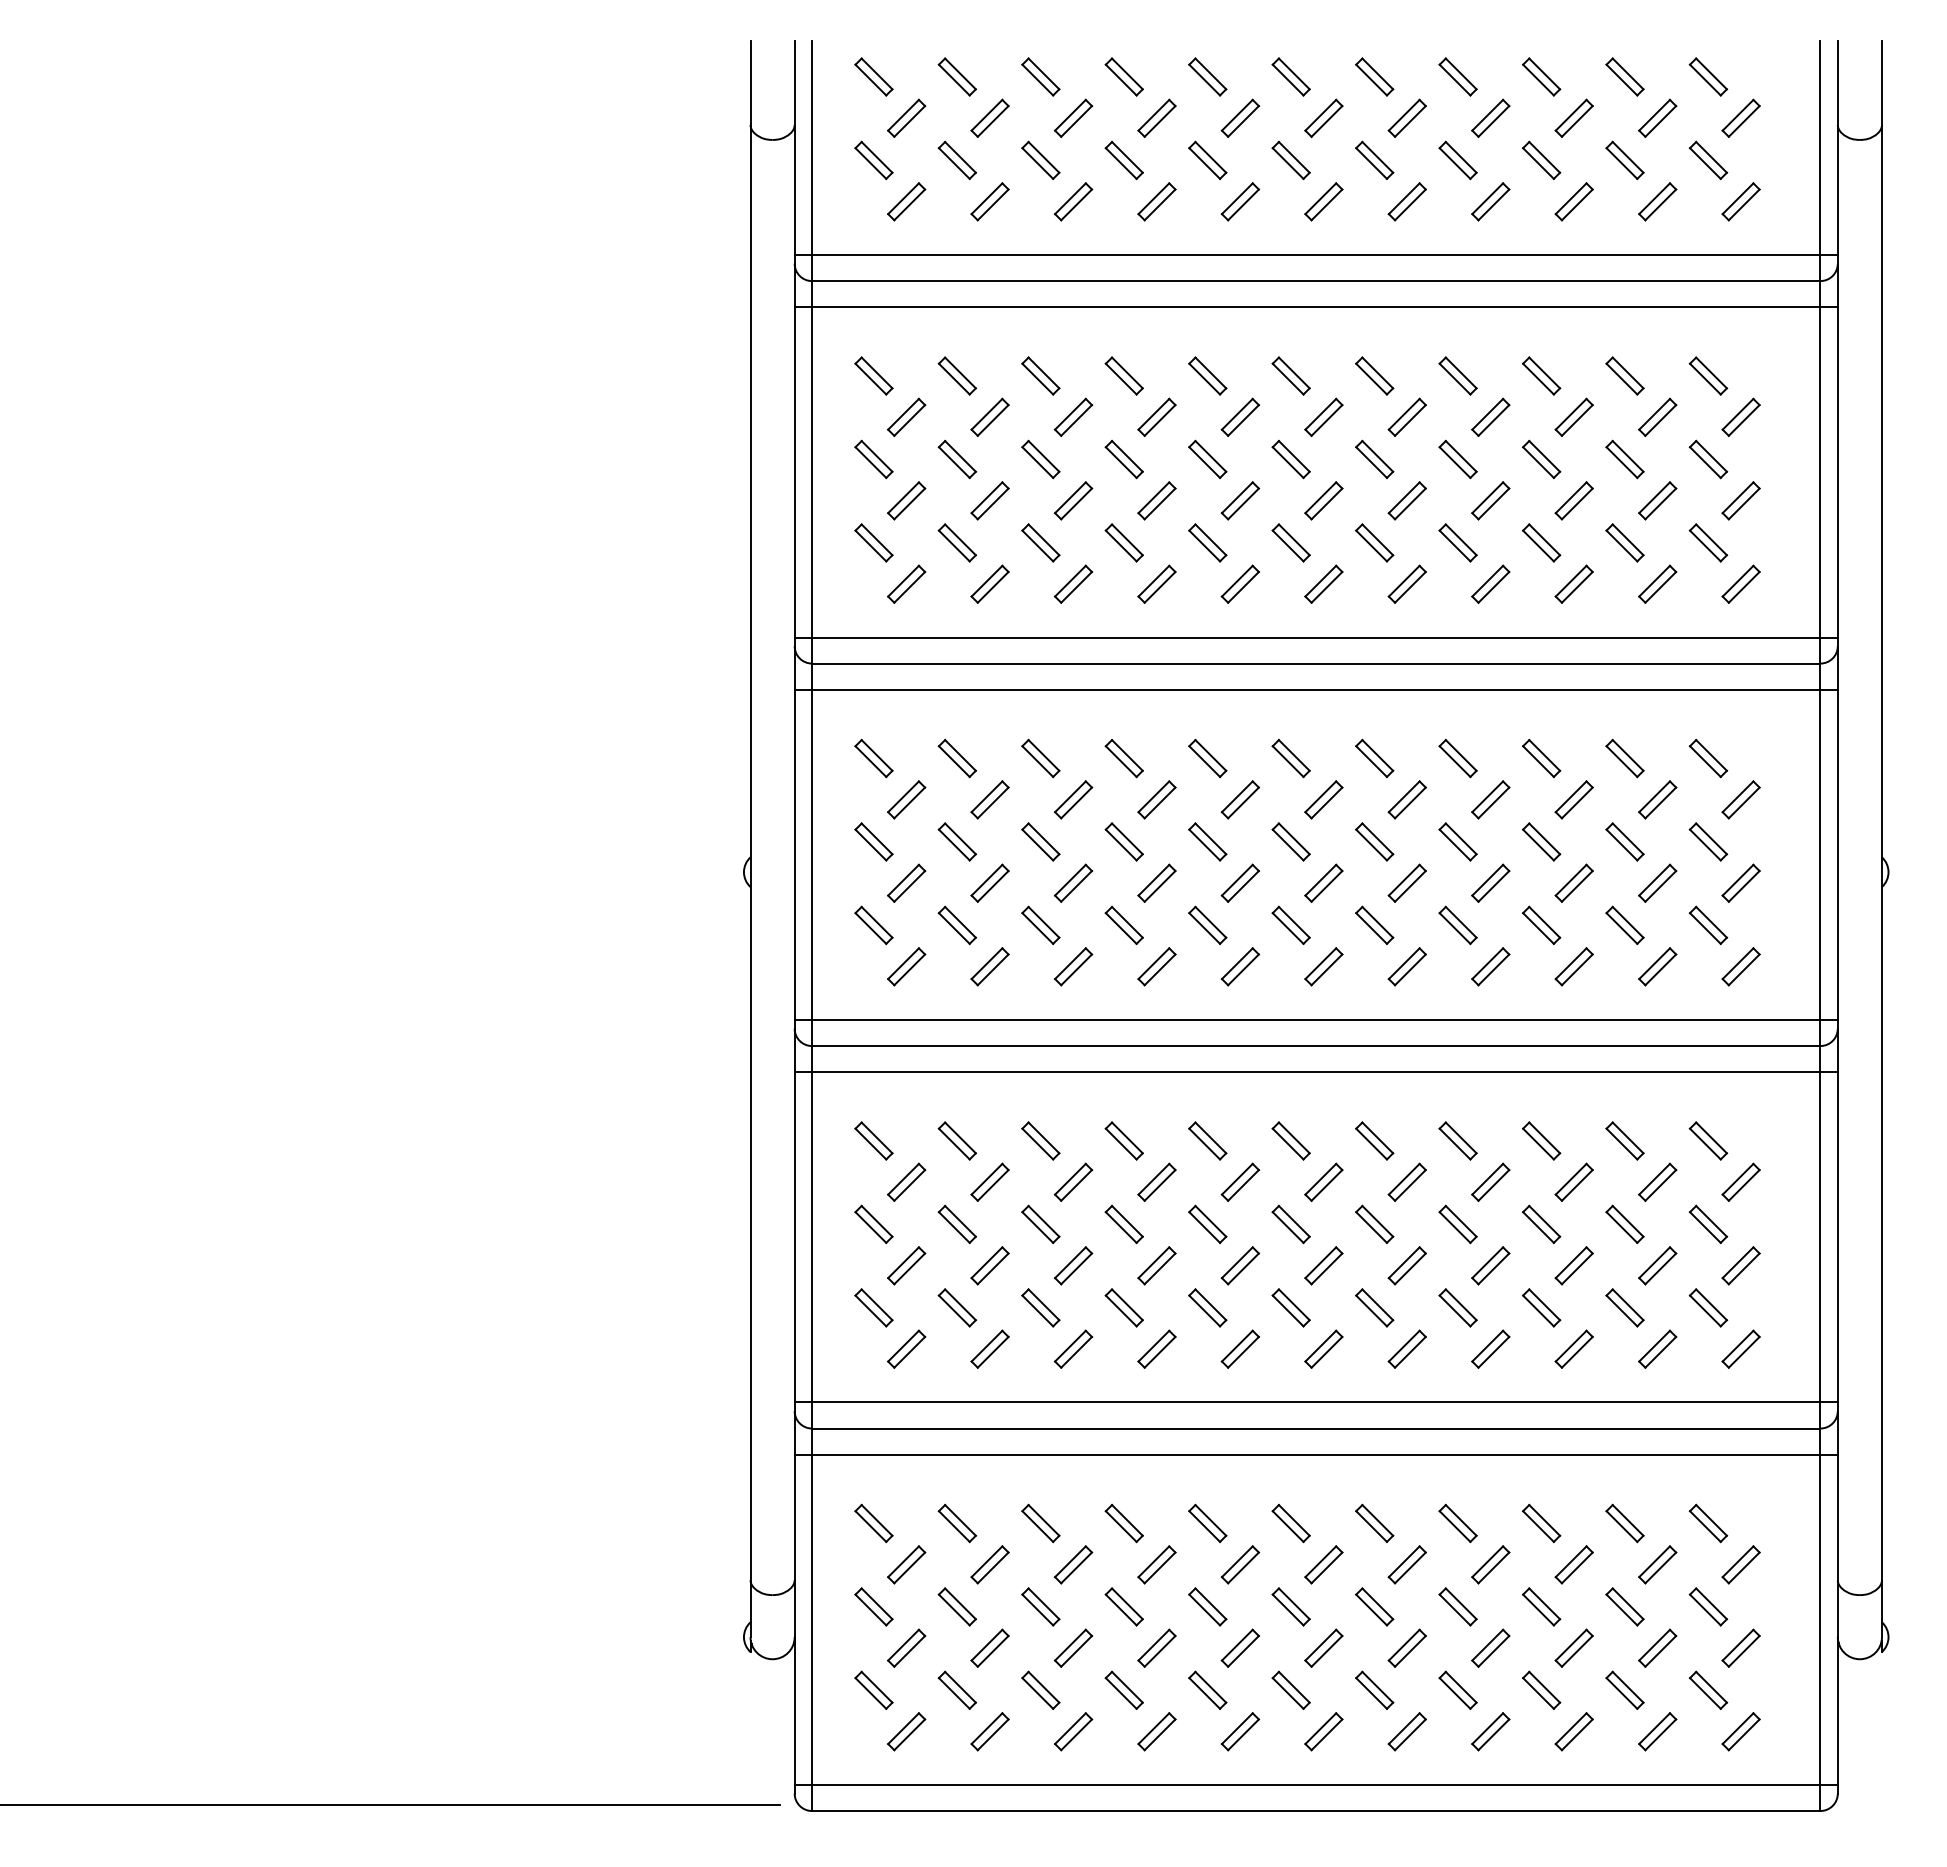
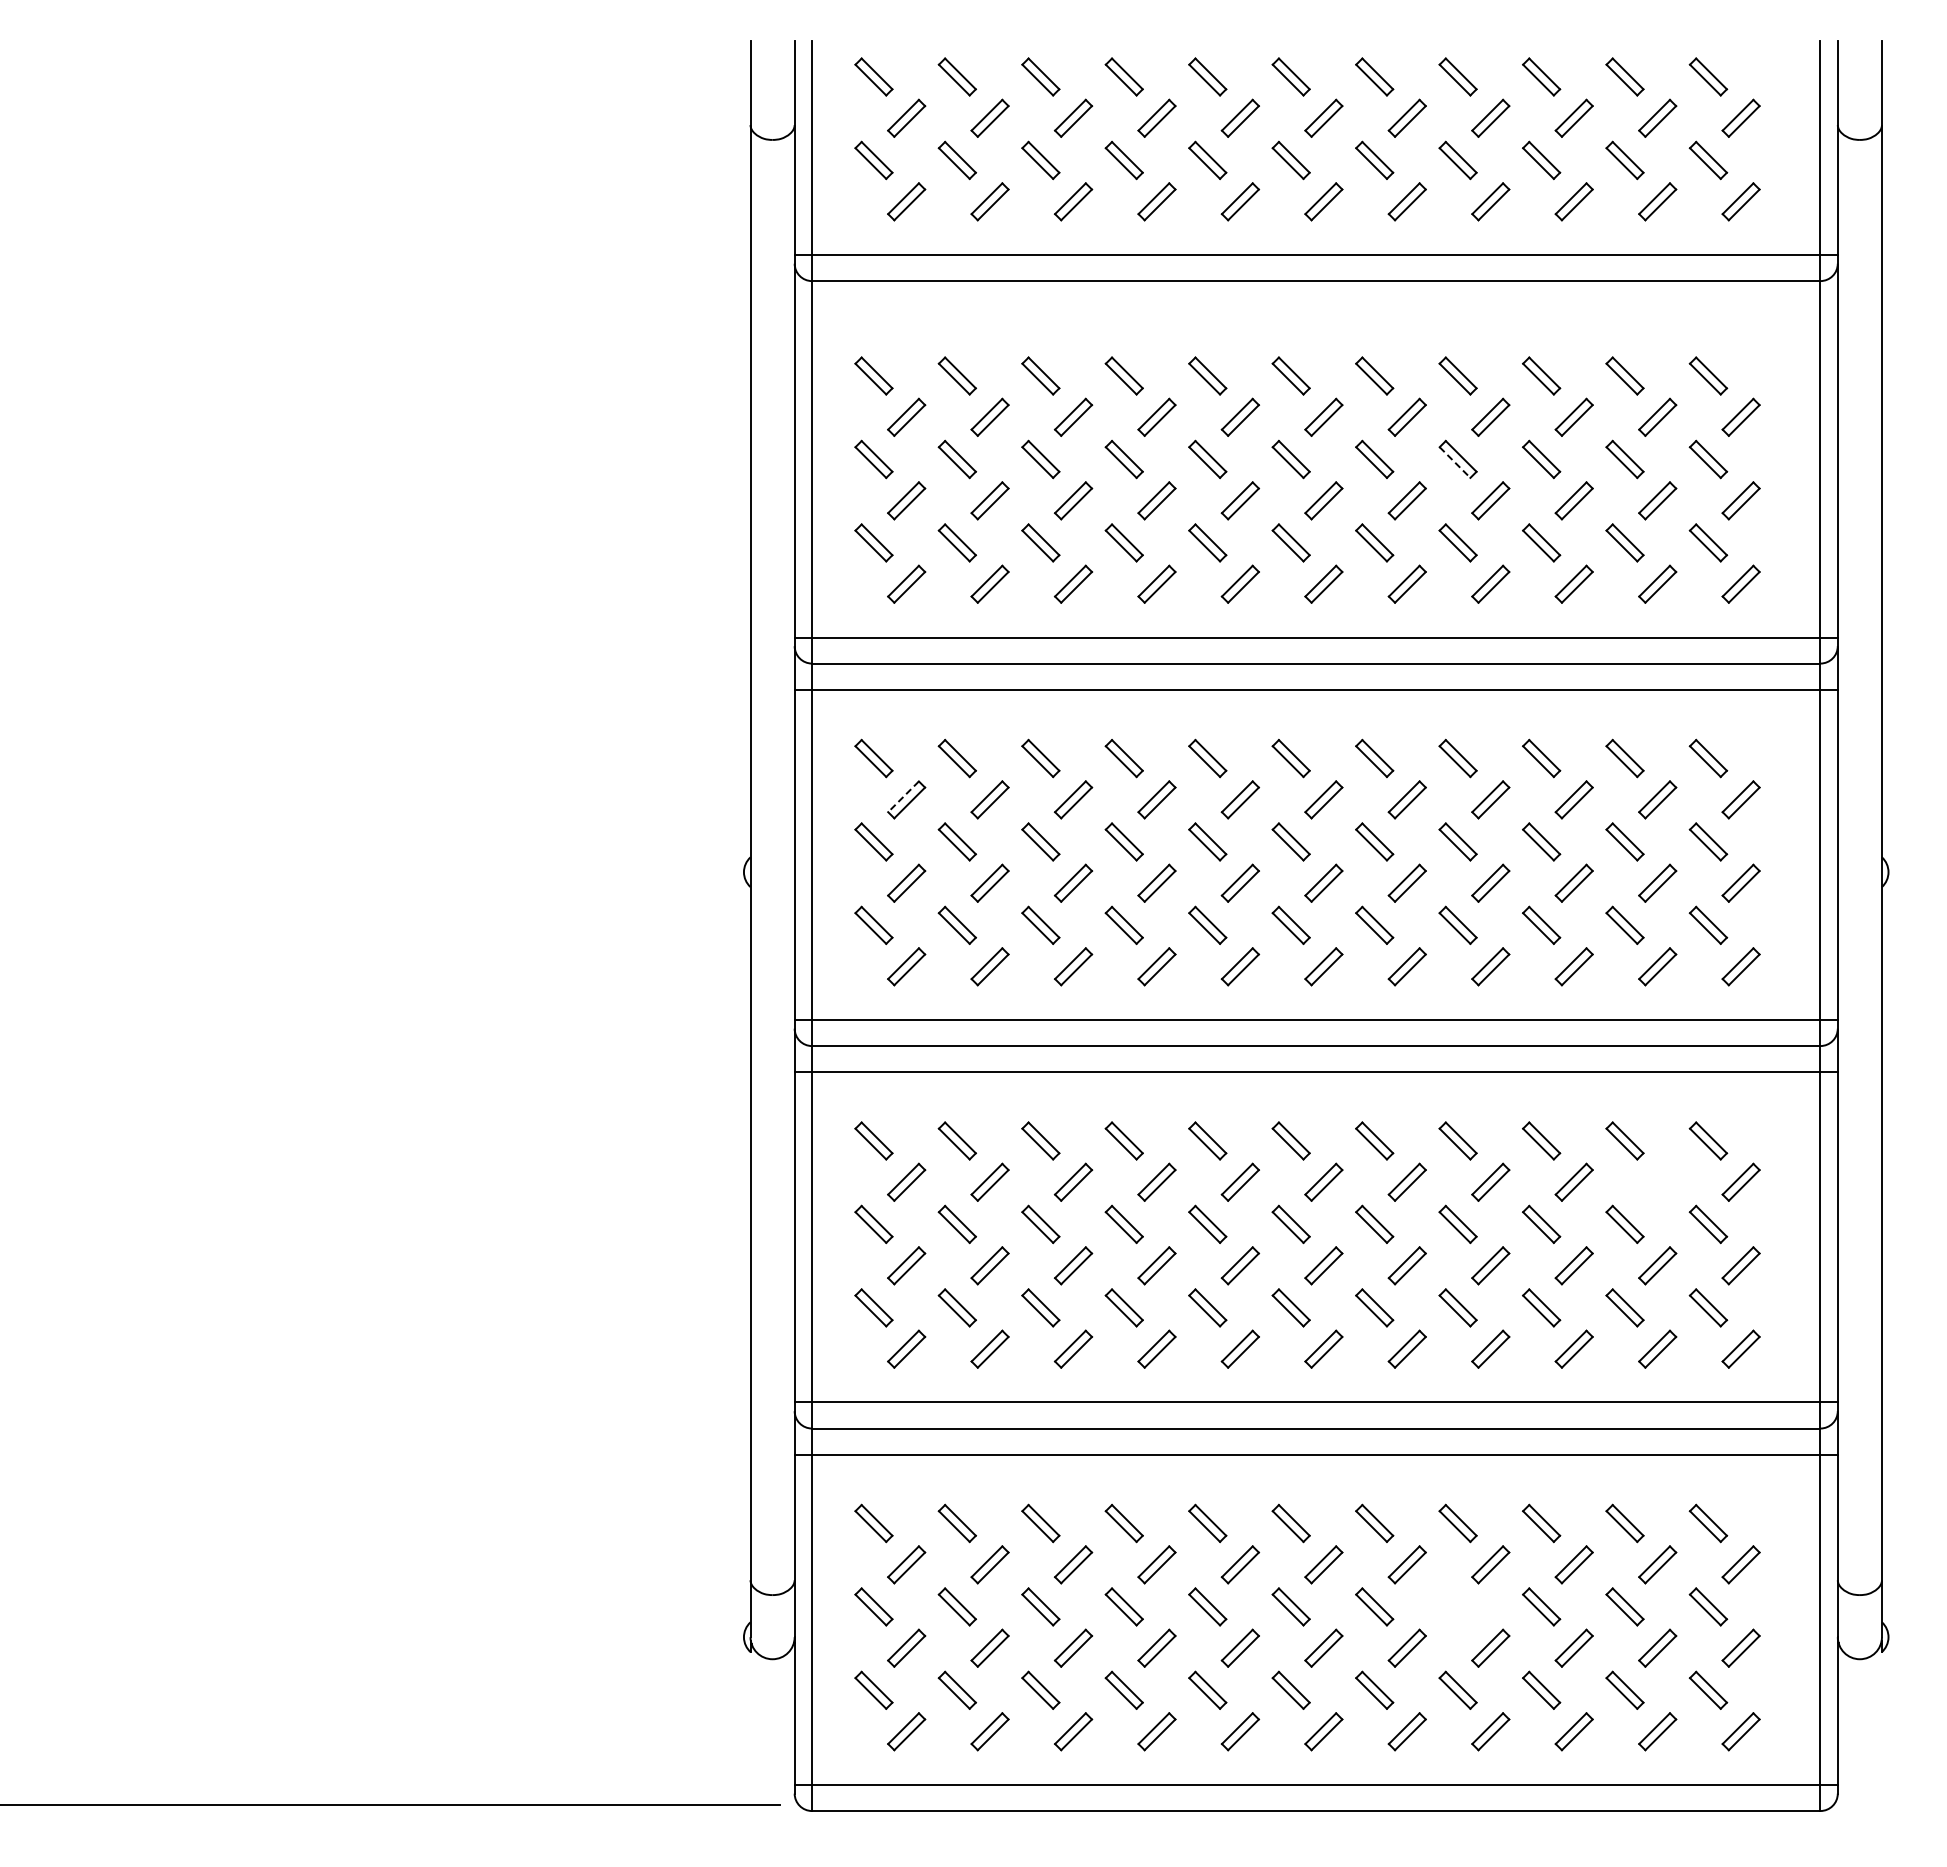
line at (1315, 307): present -> none
line at (1455, 462): solid -> dashed
line at (903, 796): solid -> dashed
part at (1657, 1181): present -> none
part at (1457, 1606): present -> none
